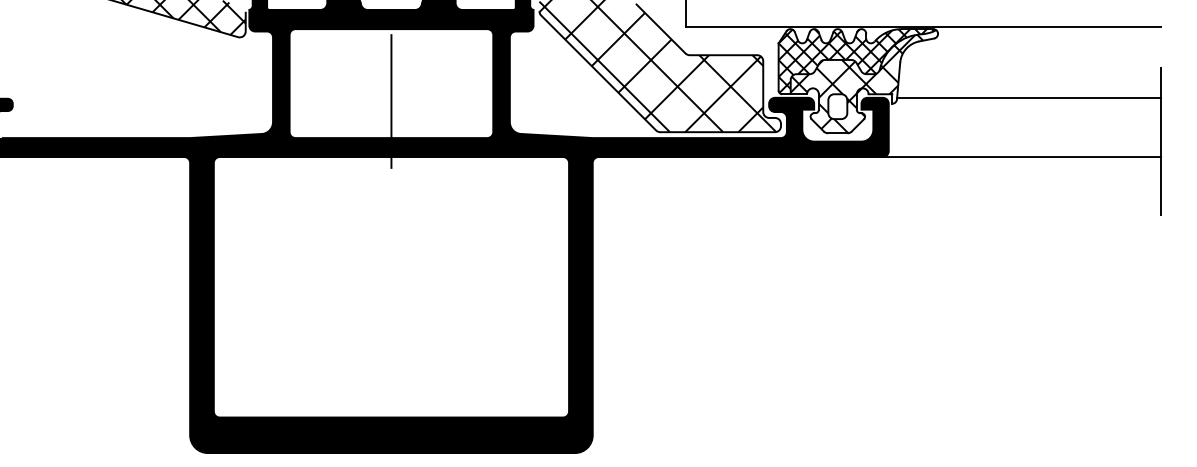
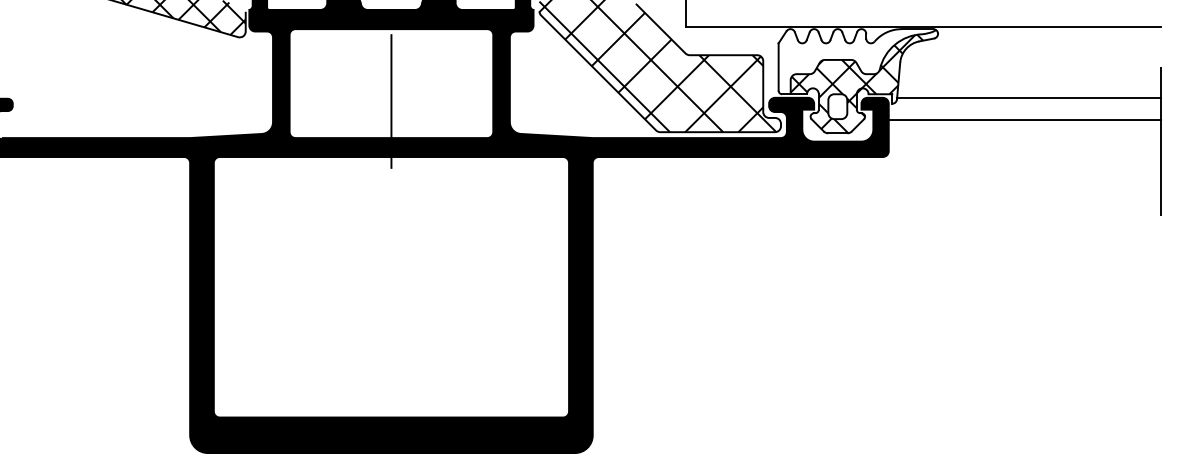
hatch at (855, 60): present -> none
line at (1021, 157) position: (1021, 157) -> (1021, 120)
